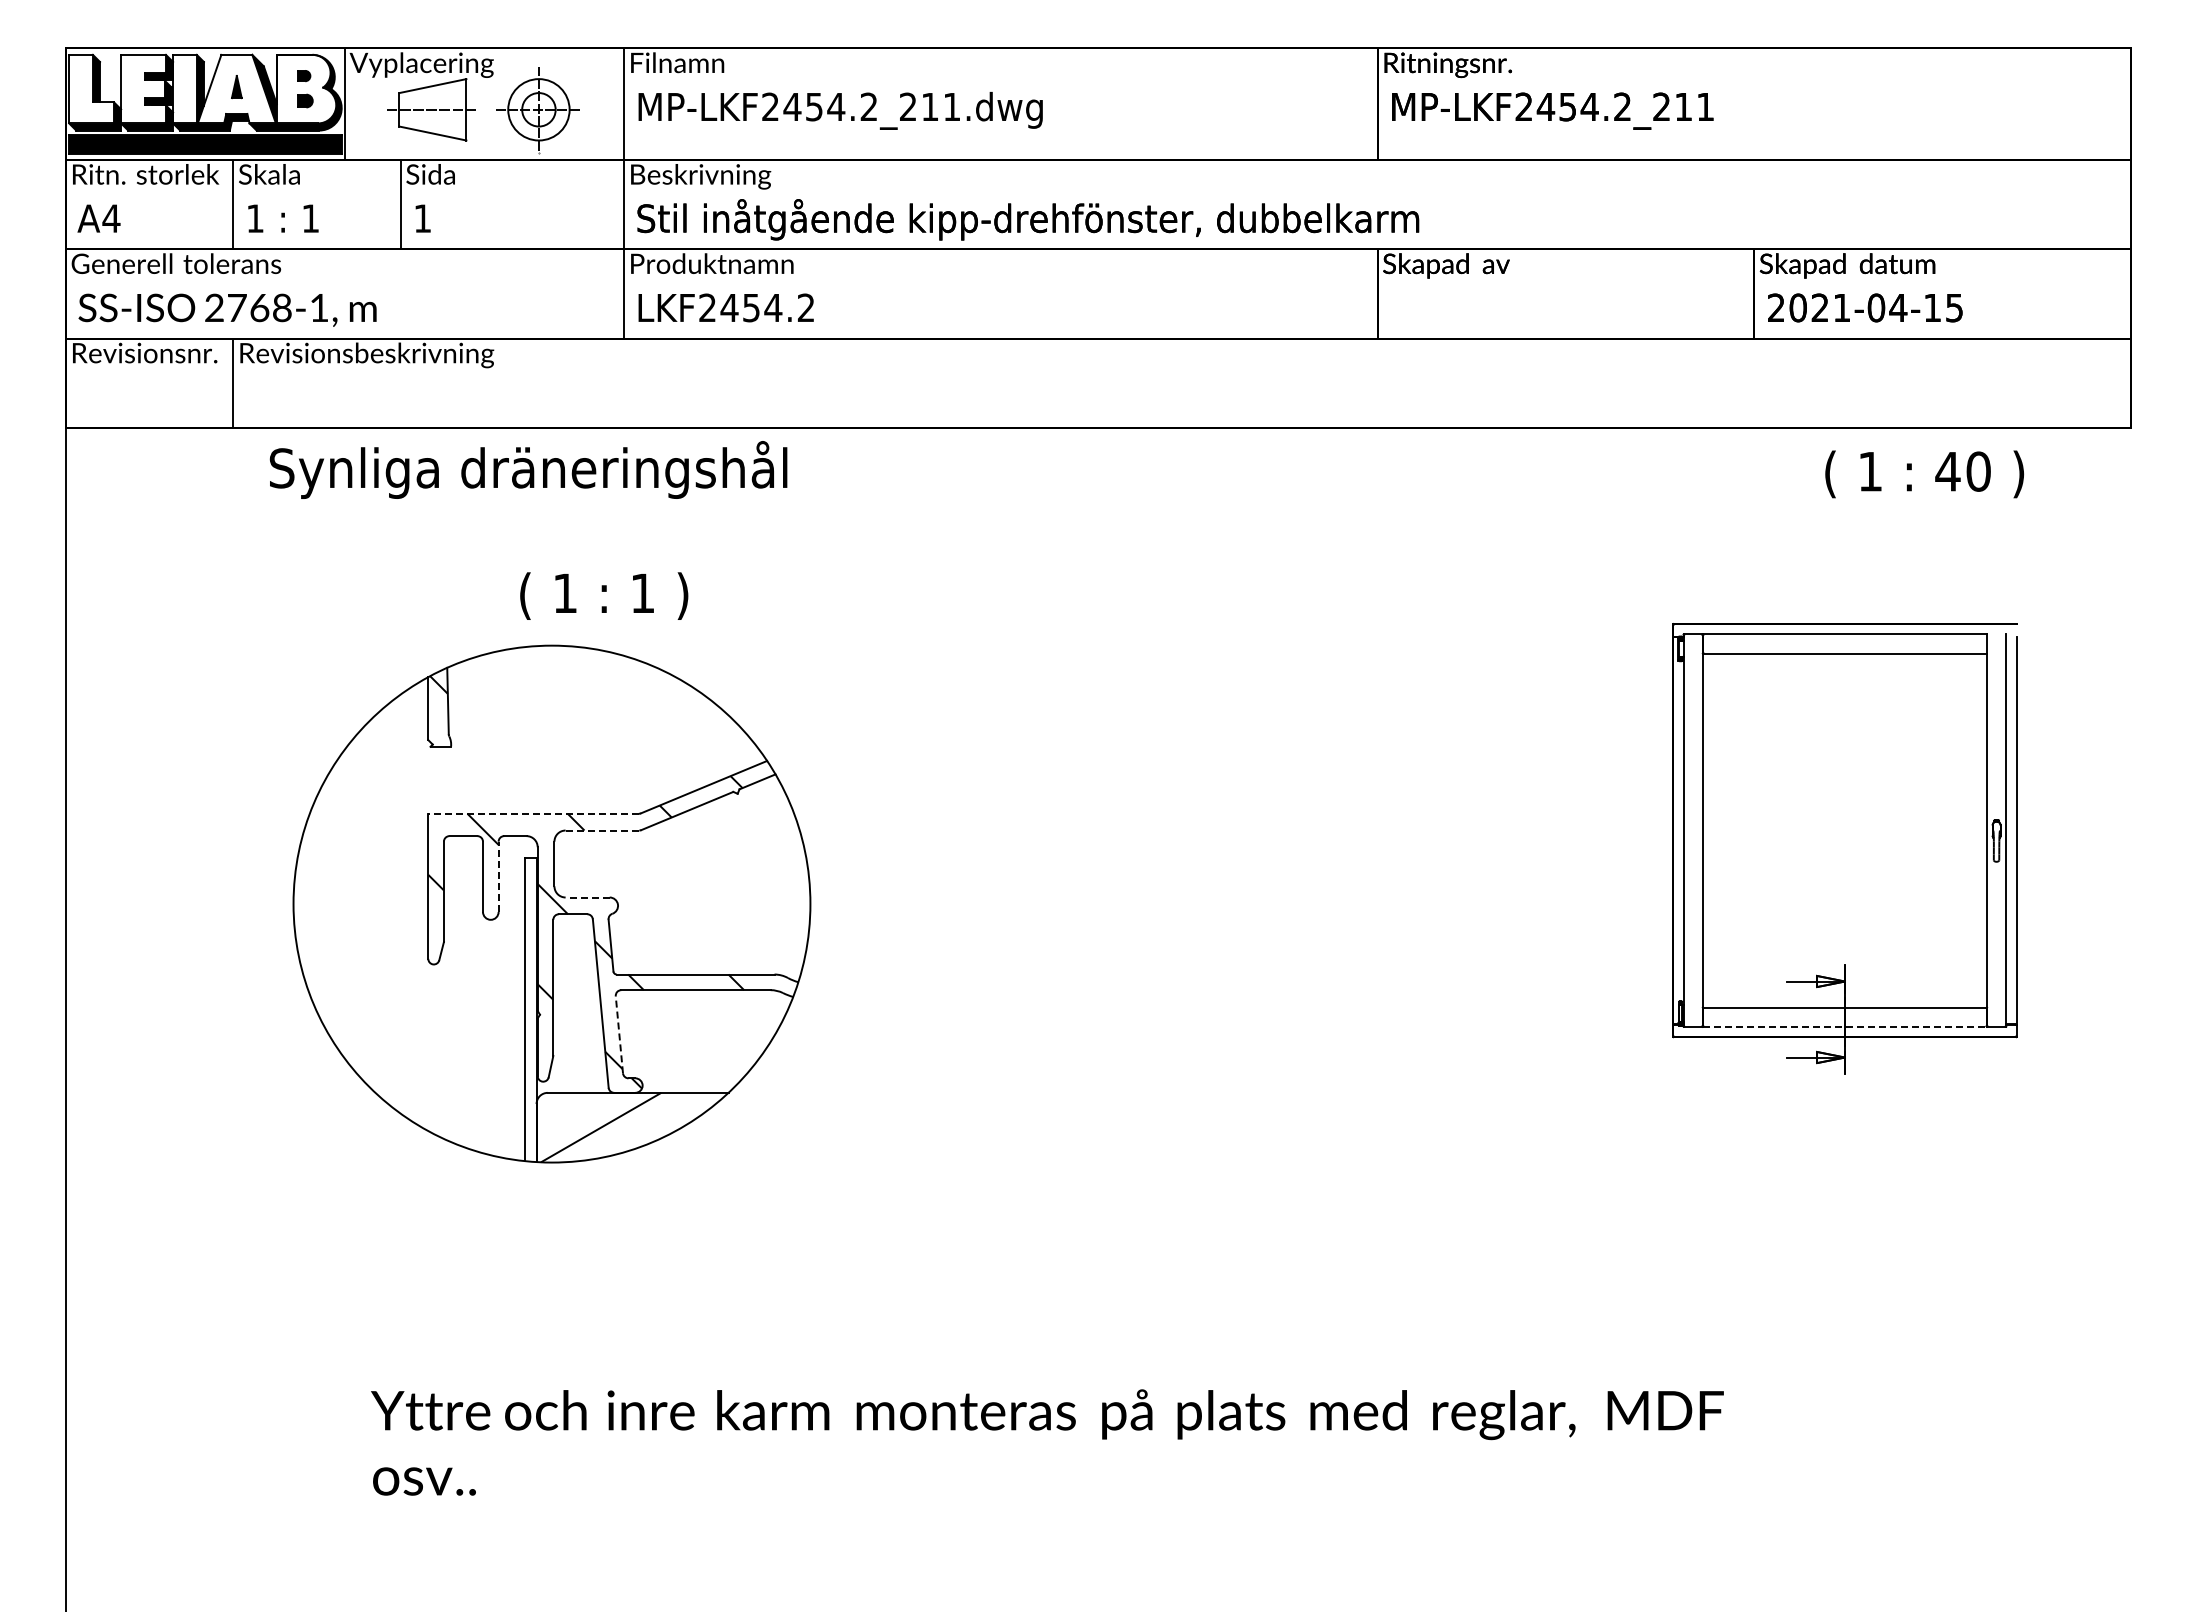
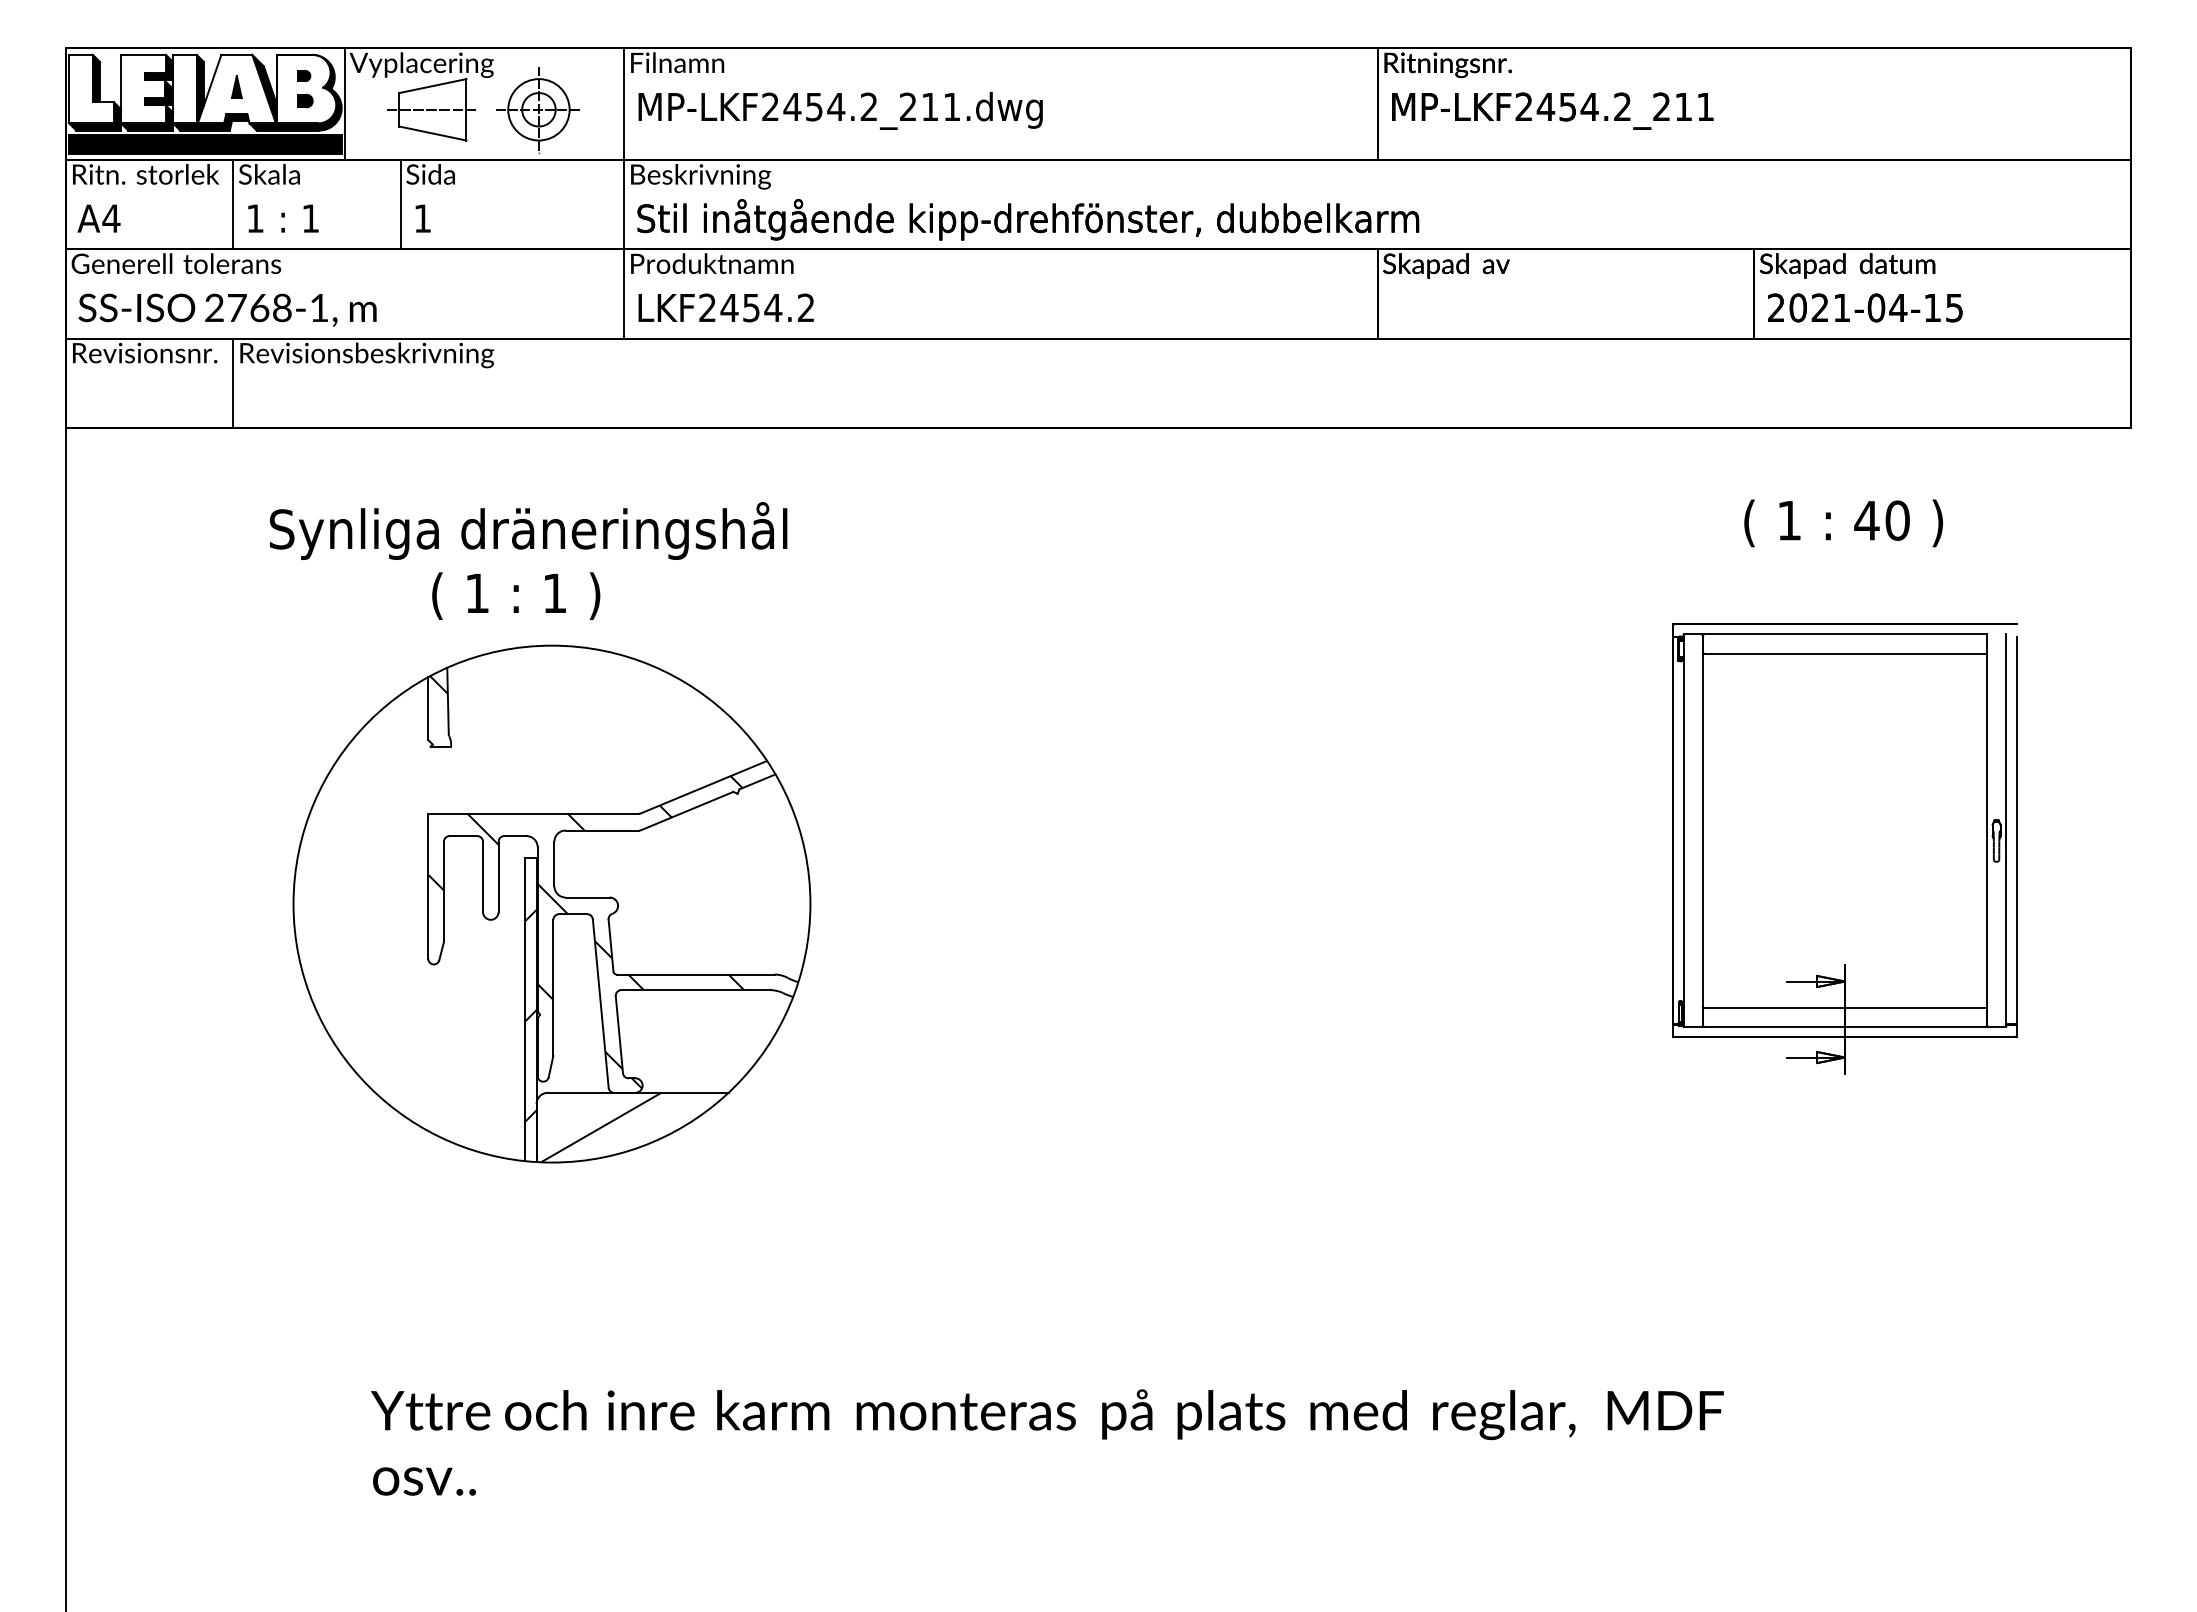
text at (528, 469) position: (528, 469) -> (528, 530)
text at (1924, 474) position: (1924, 474) -> (1843, 523)
text at (604, 595) position: (604, 595) -> (516, 595)
line at (533, 813): dashed -> solid
line at (602, 830): dashed -> solid
line at (498, 876): dashed -> solid
line at (587, 897): dashed -> solid
hatch at (530, 1015): none -> present
line at (1845, 1026): dashed -> solid
line at (619, 1034): dashed -> solid
